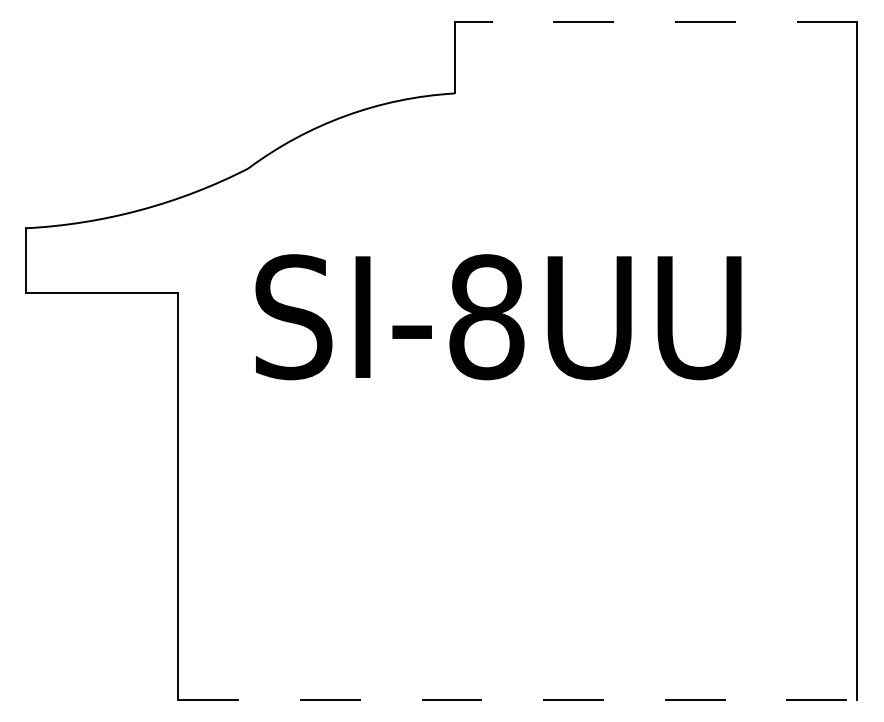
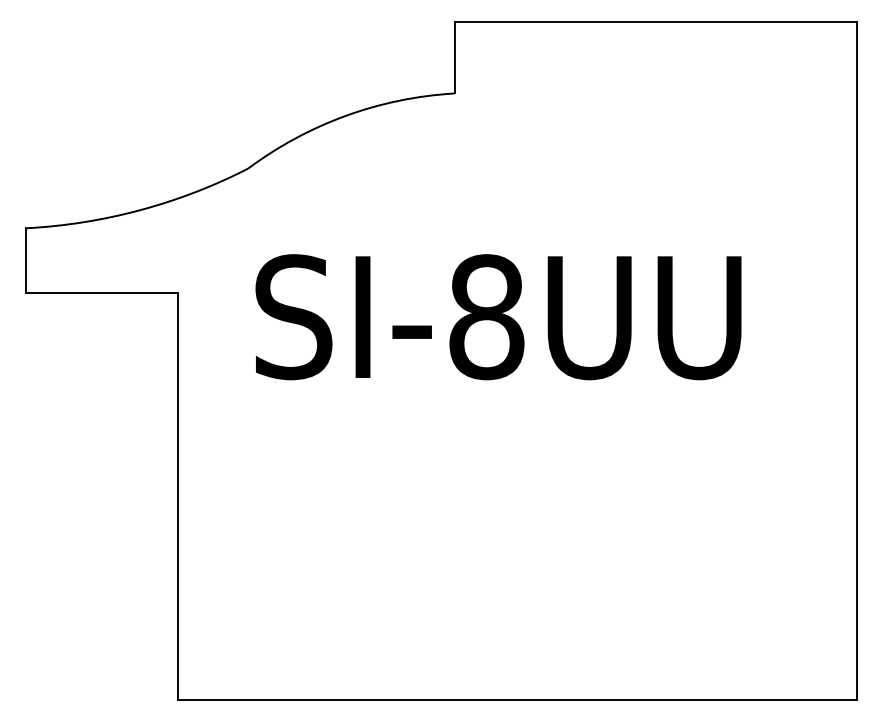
line at (655, 21): dashed -> solid
line at (517, 700): dashed -> solid
